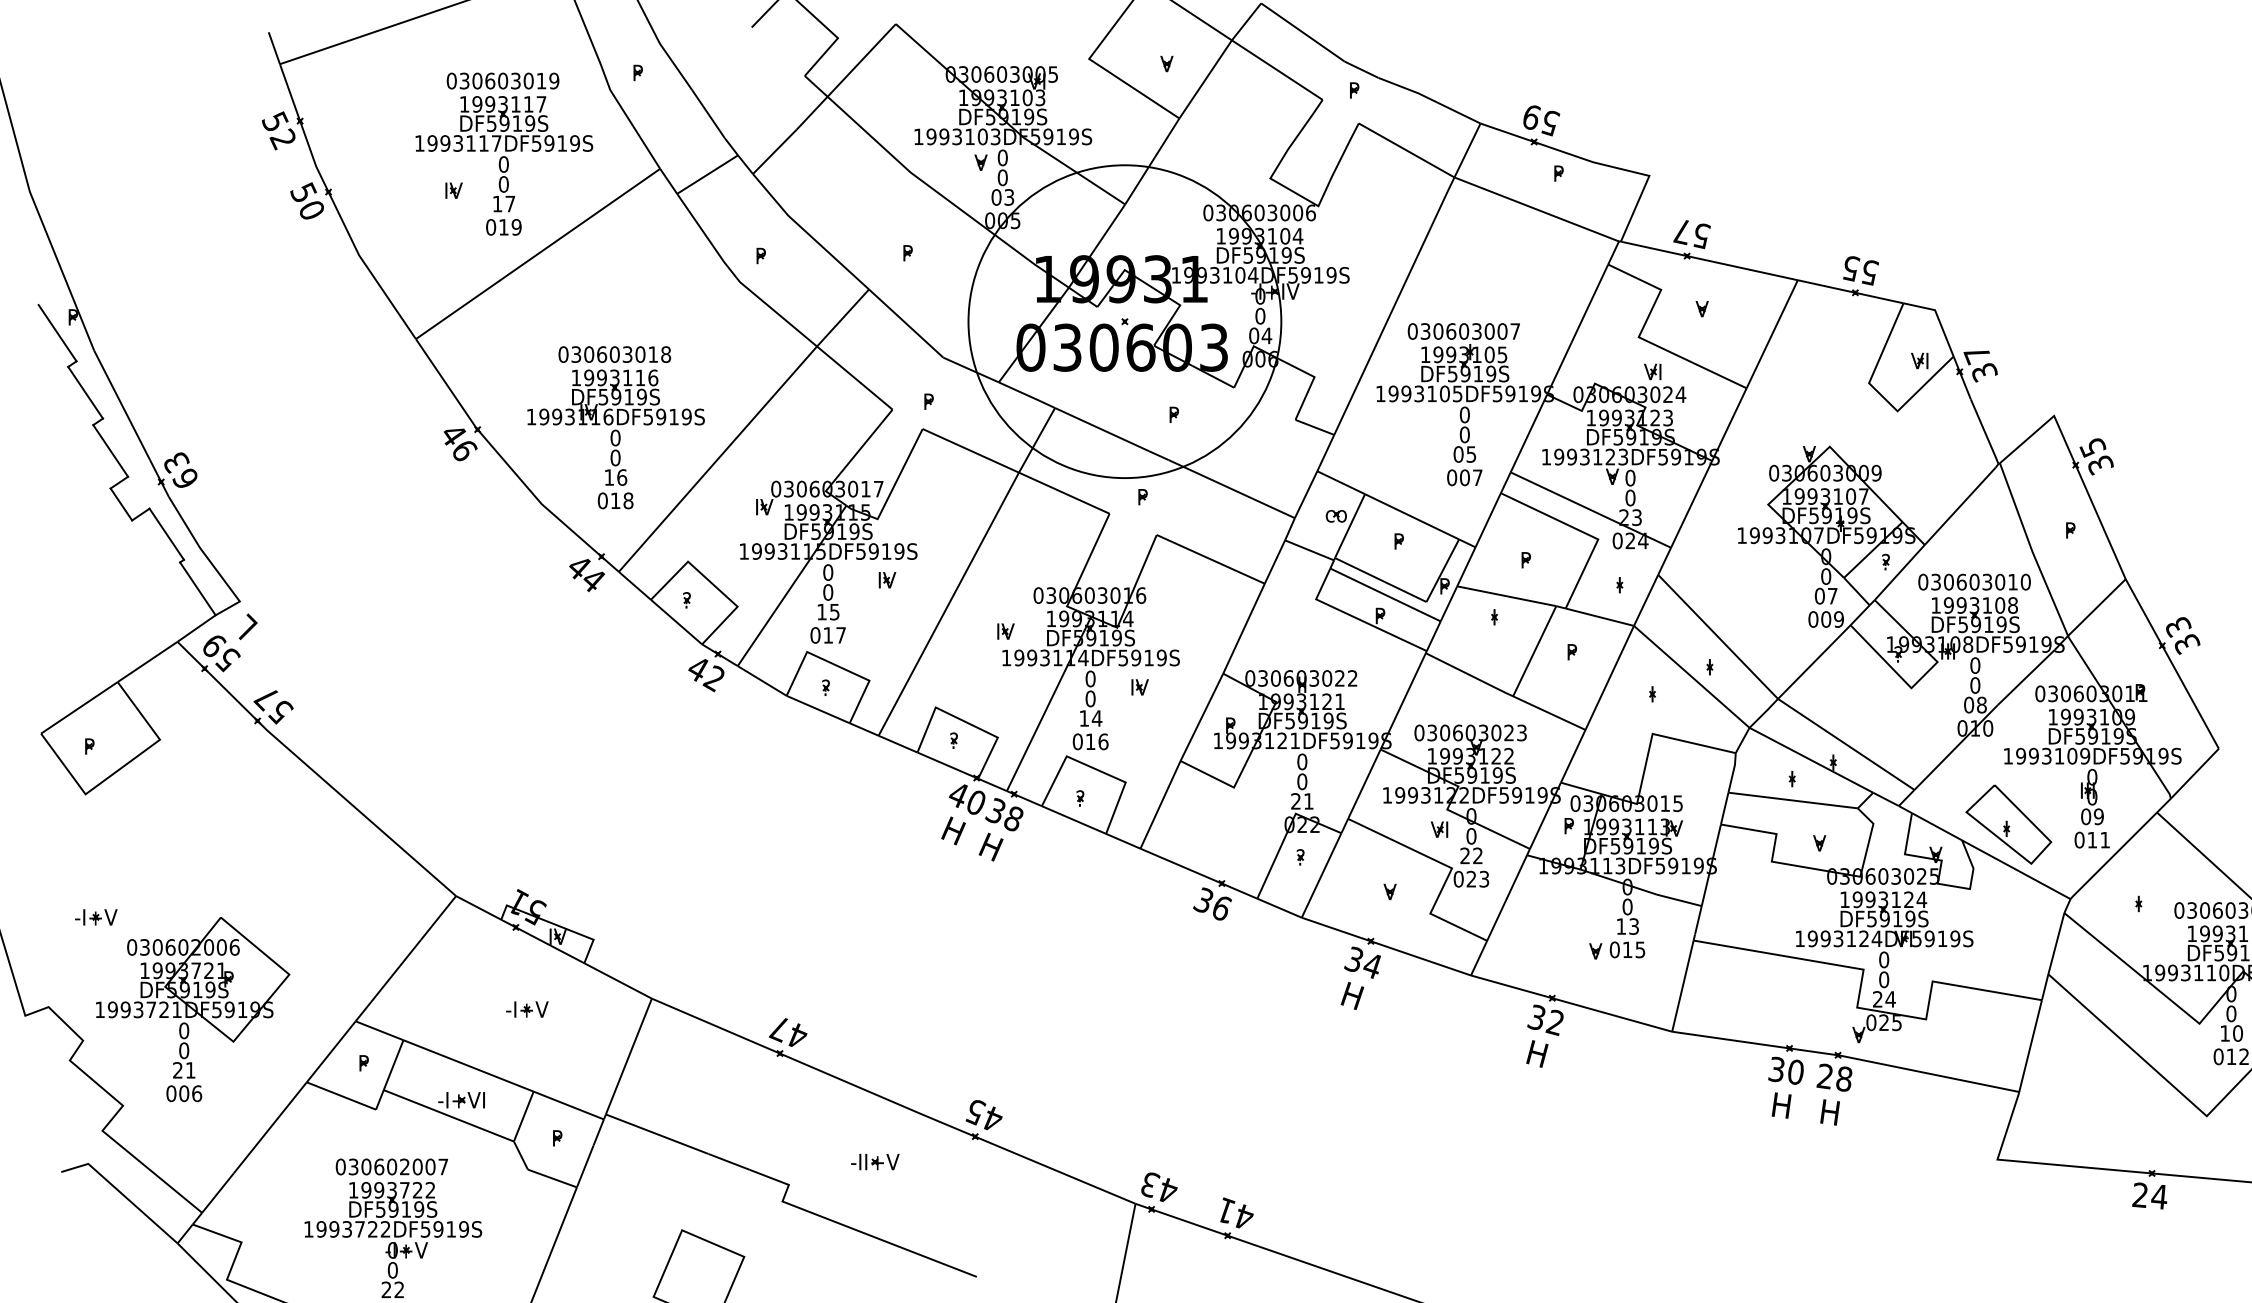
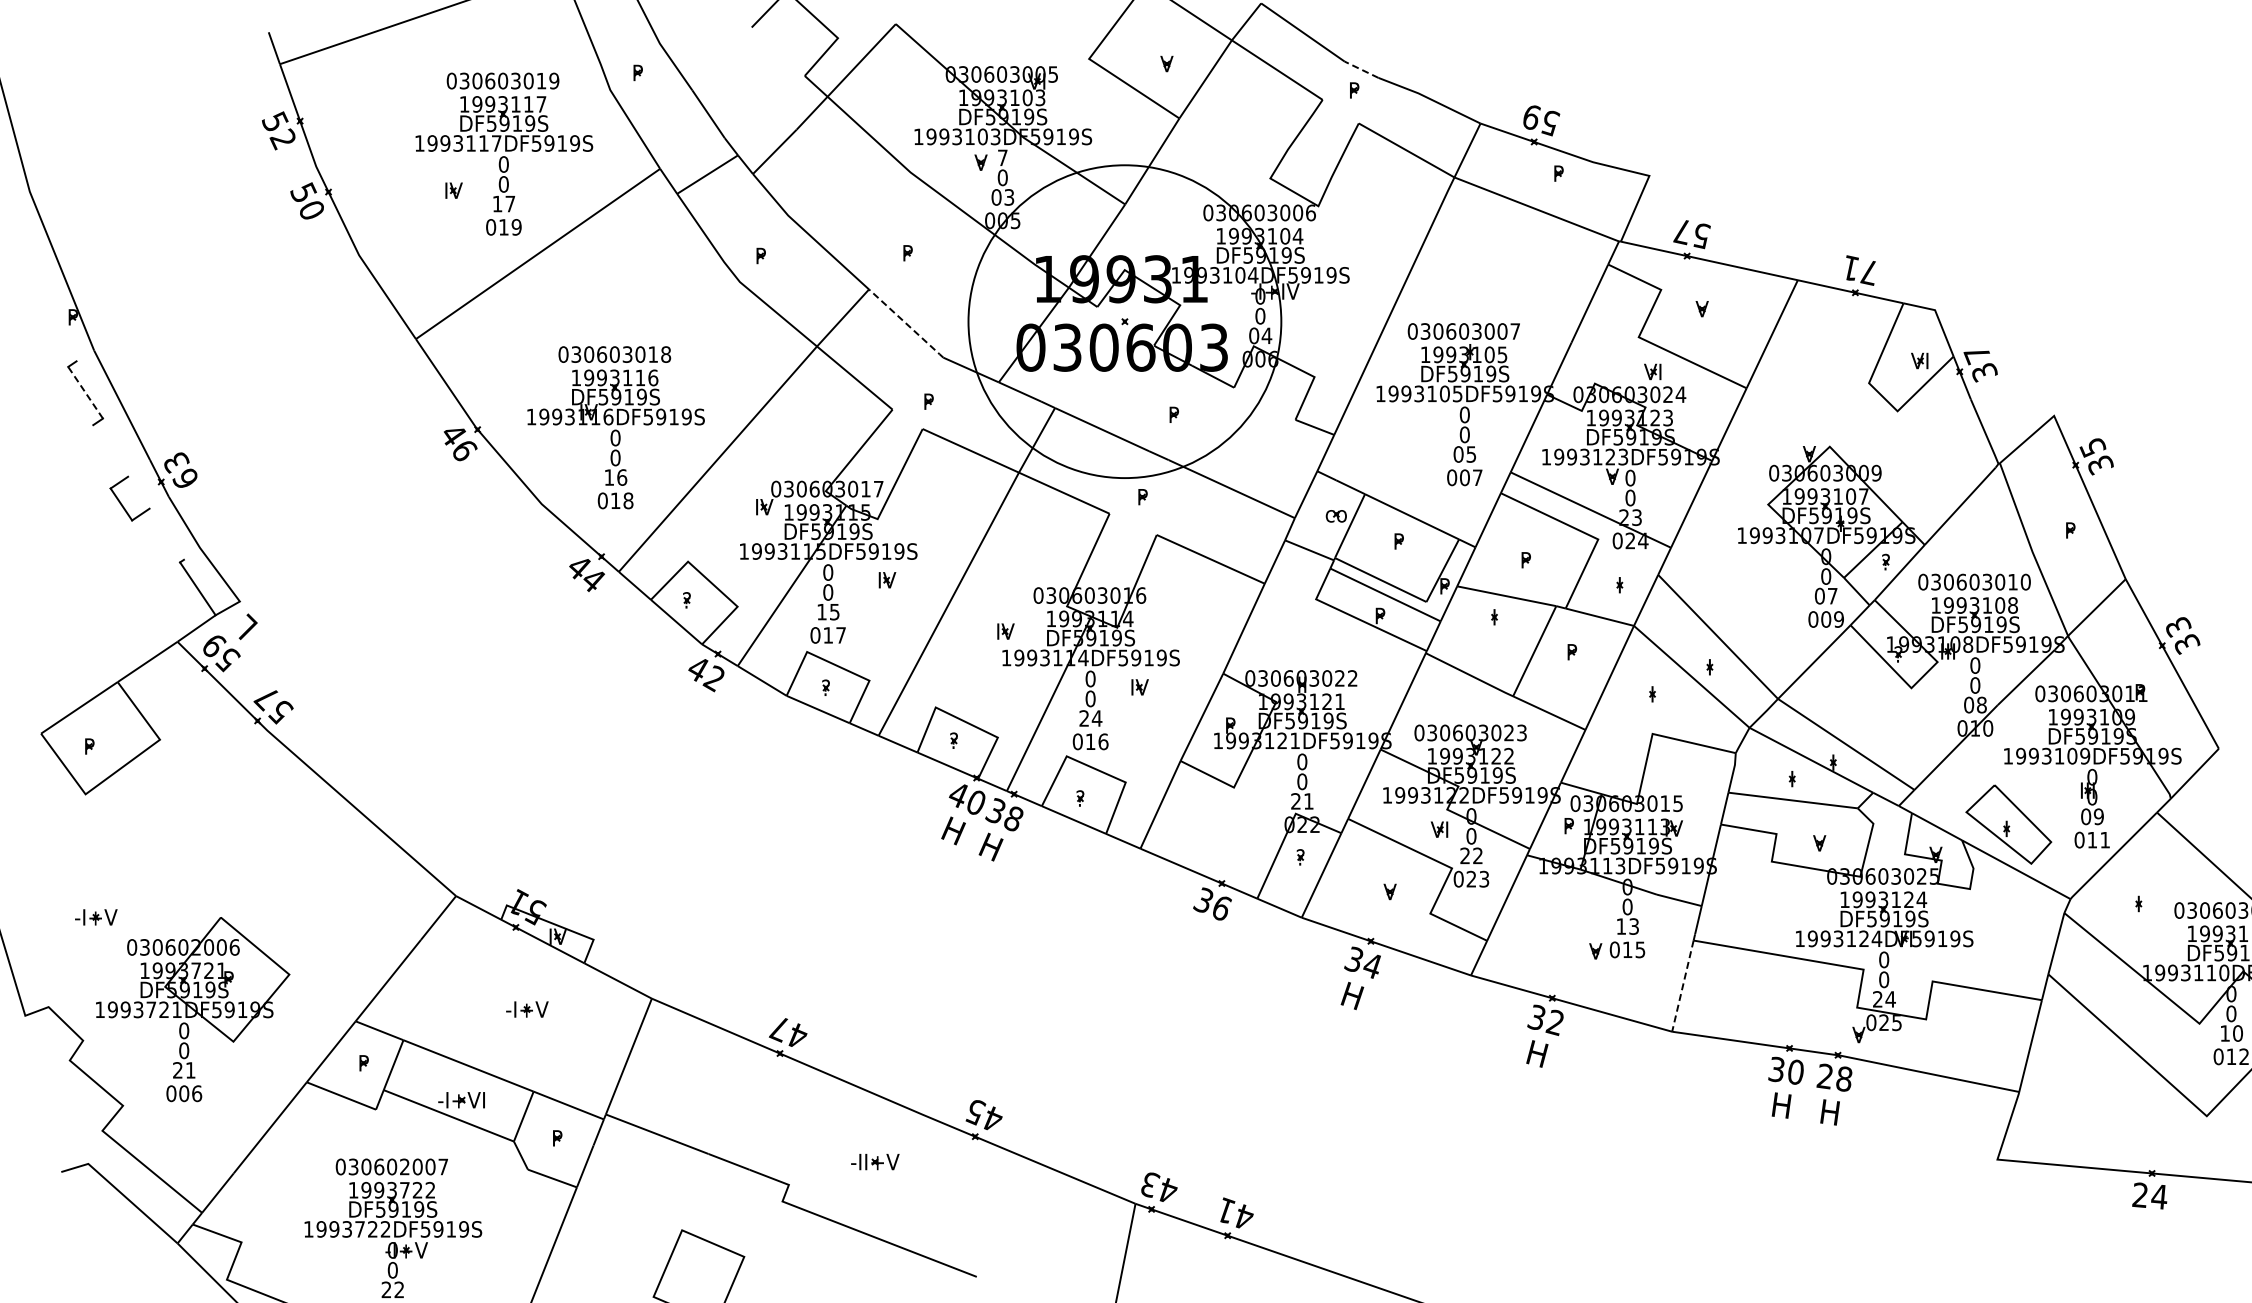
line at (1361, 69): solid -> dashed
text at (1002, 157): 0 -> 7
text at (1860, 270): 55 -> 71
line at (906, 323): solid -> dashed
line at (57, 333): present -> none
line at (85, 392): solid -> dashed
line at (110, 450): present -> none
line at (166, 533): present -> none
text at (1083, 718): 14 -> 24
line at (1682, 986): solid -> dashed
